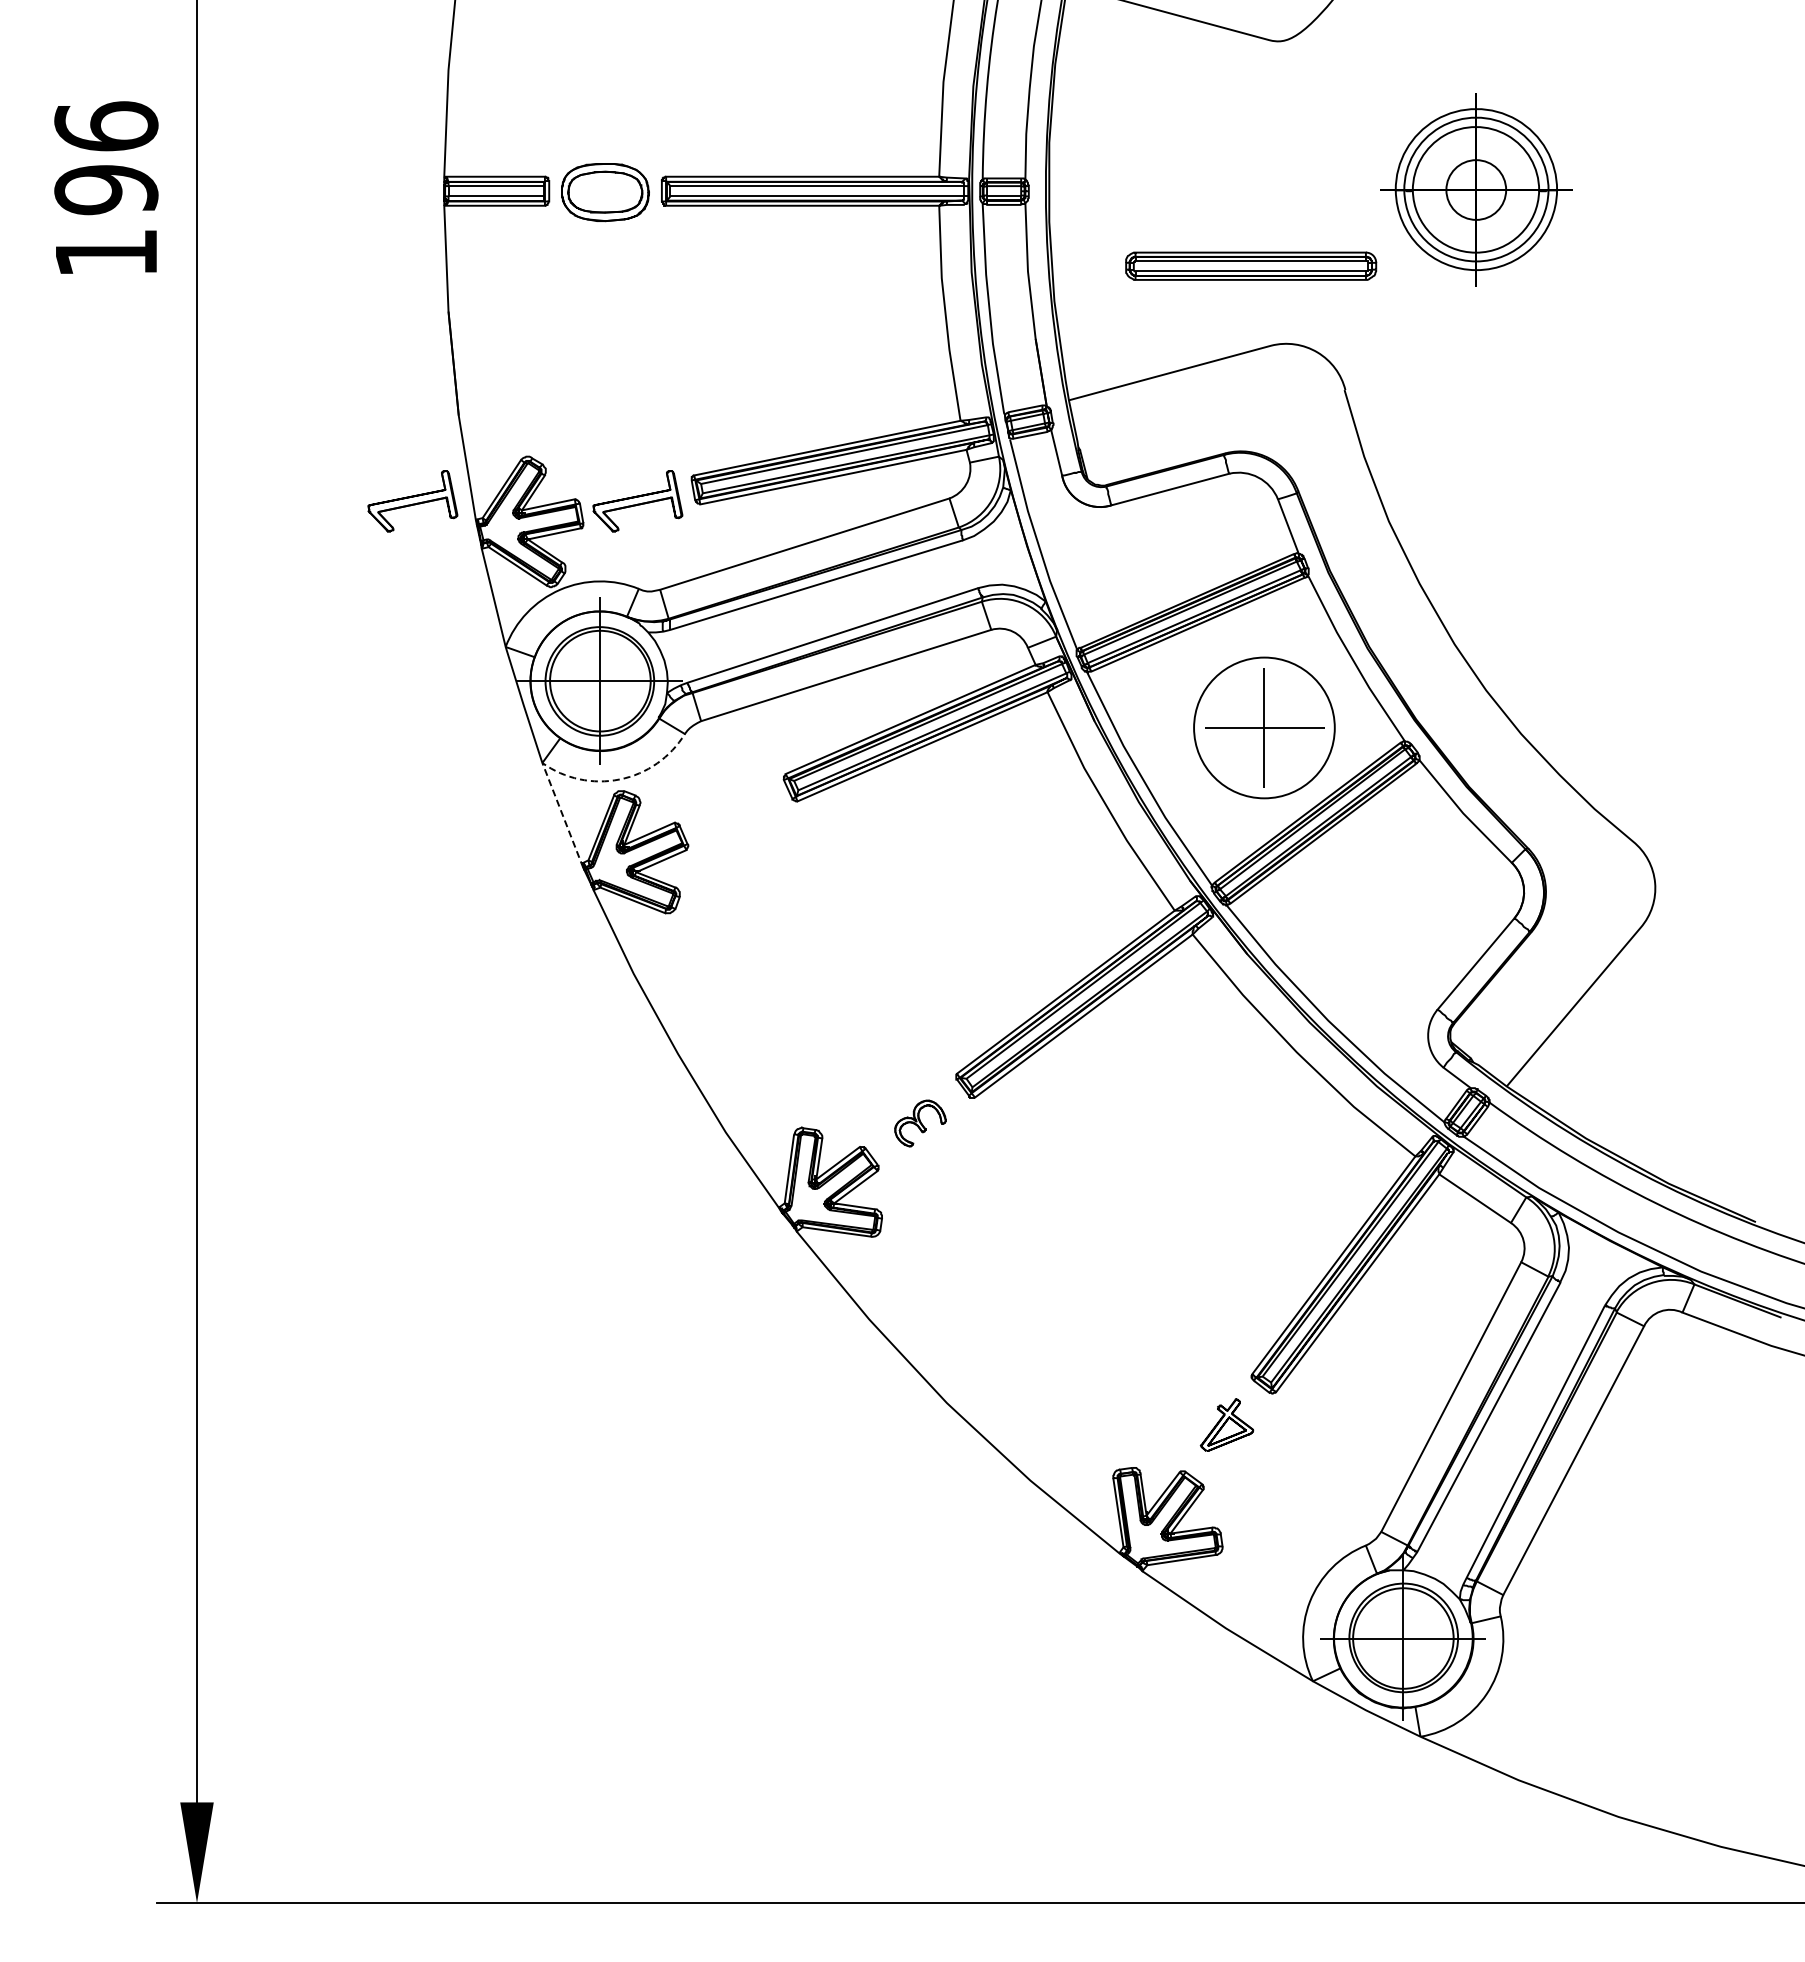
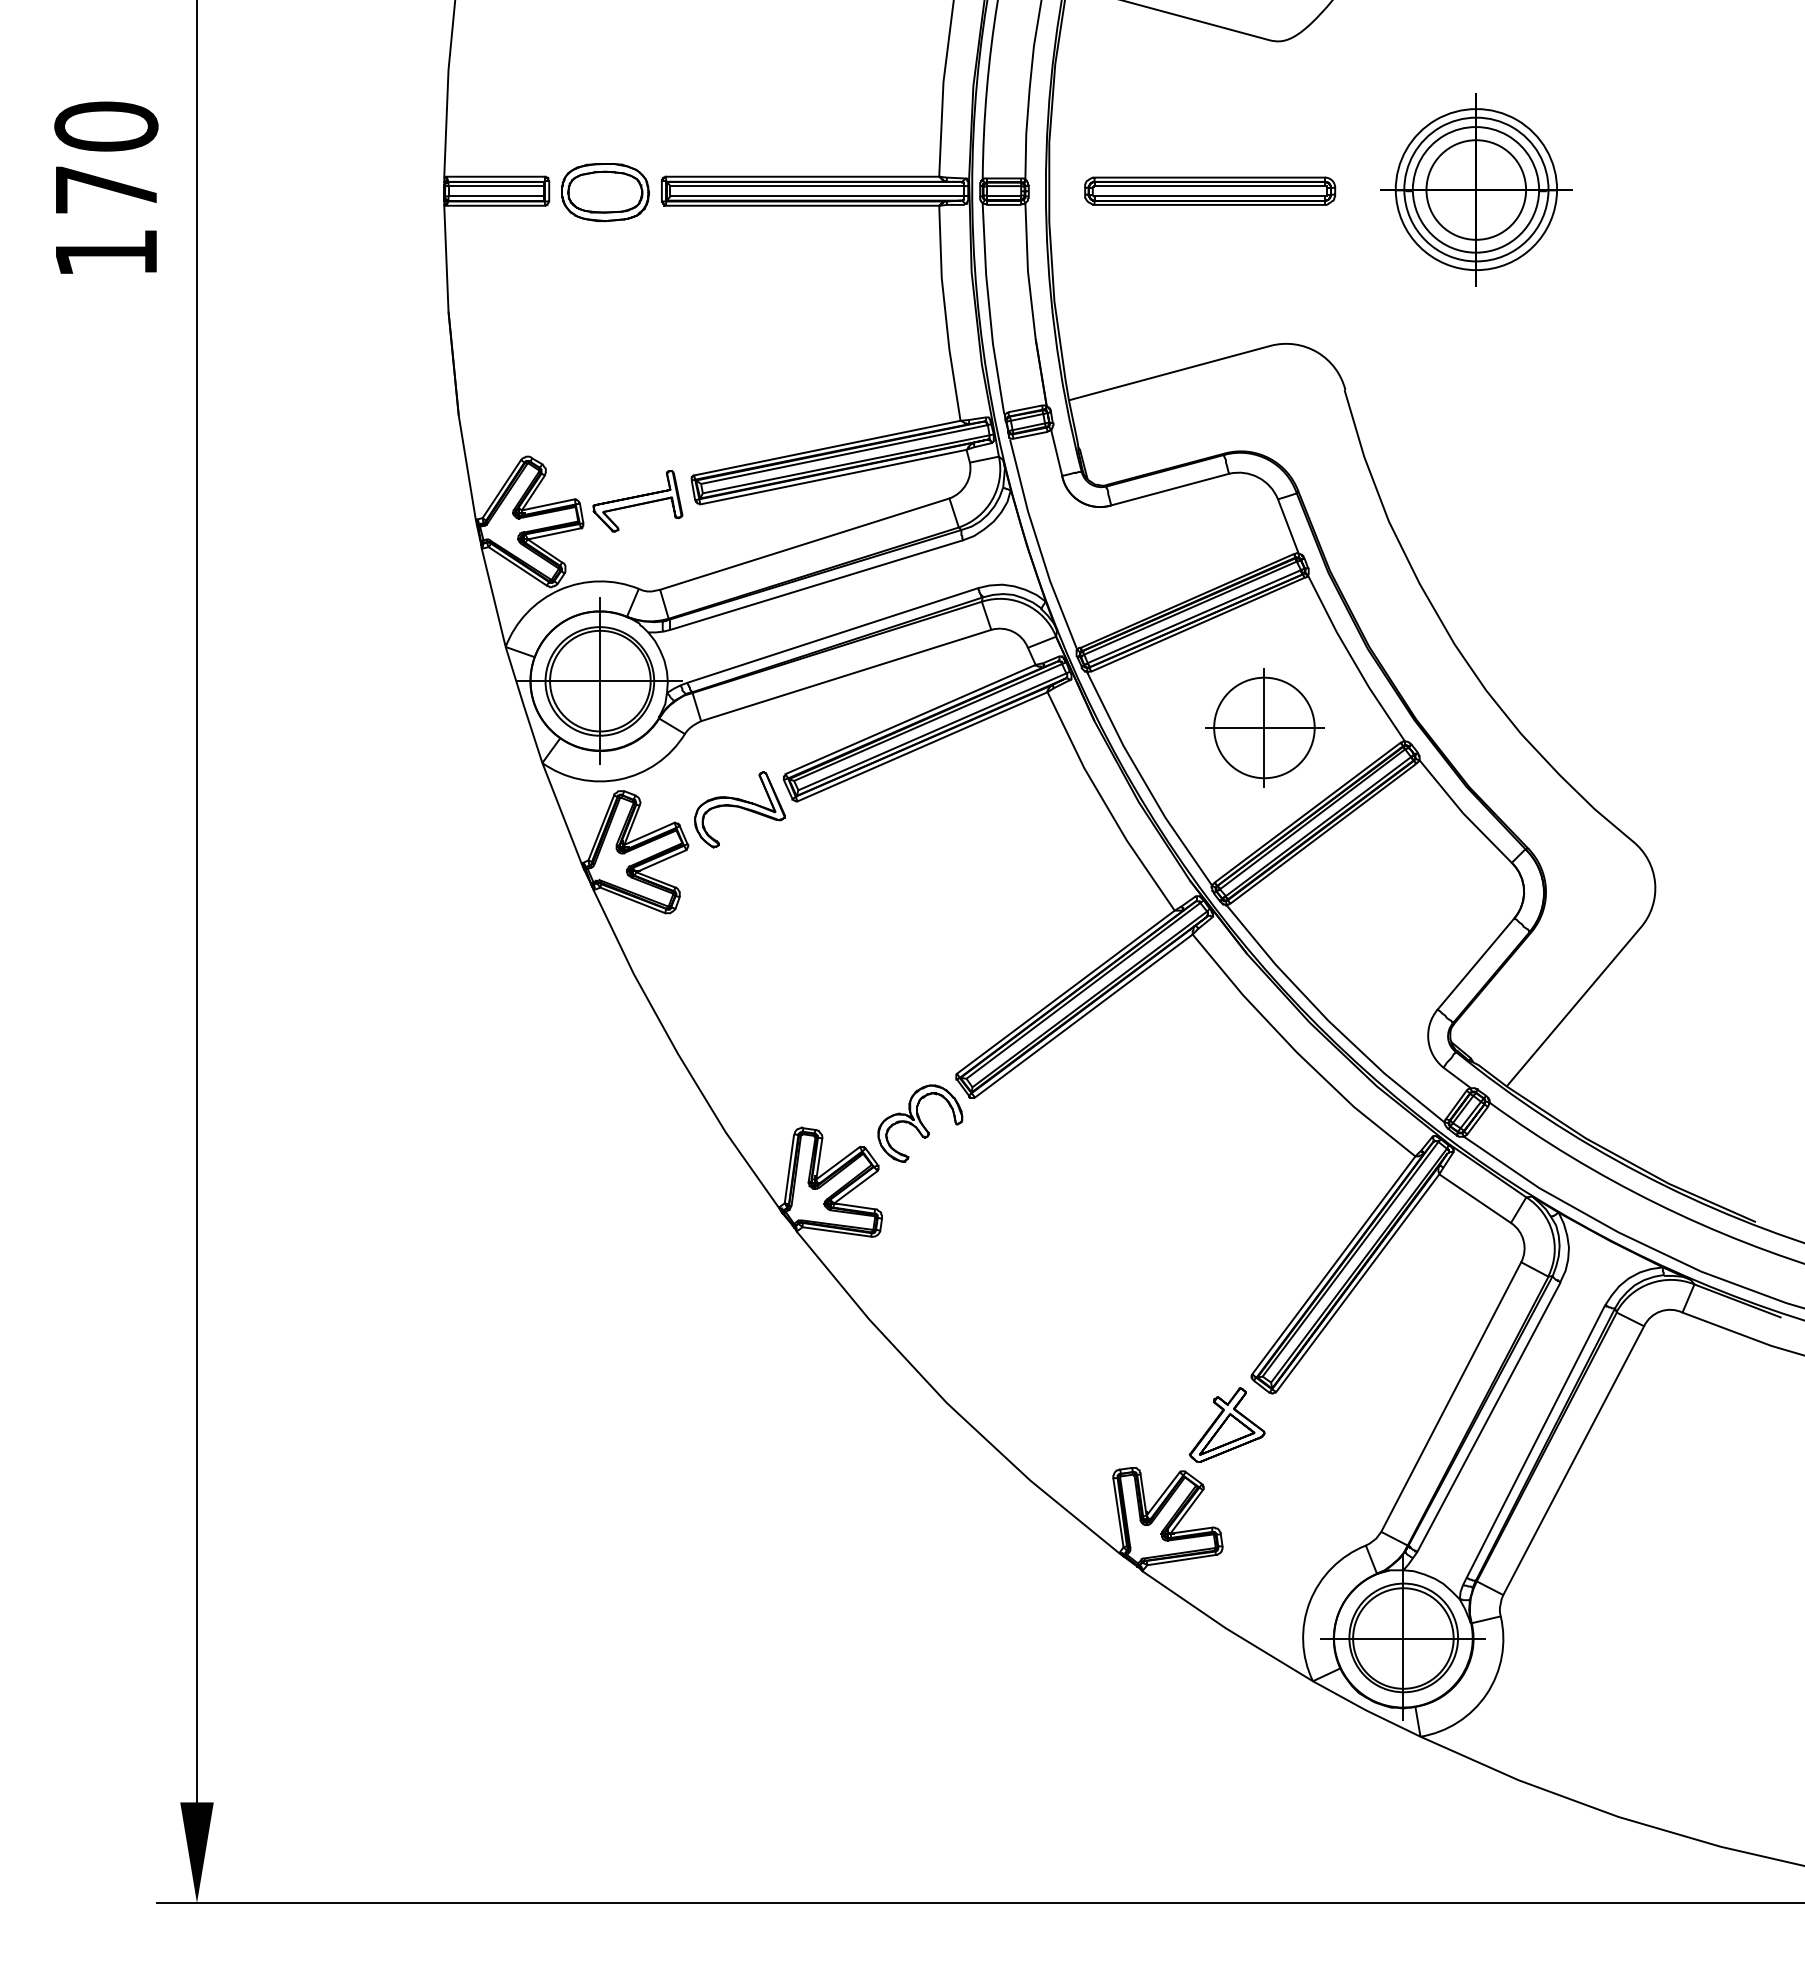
text at (106, 158): 196 -> 170
circle at (1476, 189) diameter: 60 px -> 100 px
part at (1251, 265) position: (1251, 265) -> (1210, 190)
part at (412, 501): present -> none
circle at (1264, 727) diameter: 141 px -> 101 px
line at (571, 777): dashed -> solid
part at (739, 809): none -> present
part at (920, 1123) size: 53x49 px -> 87x79 px
part at (1226, 1424) size: 56x54 px -> 78x76 px
